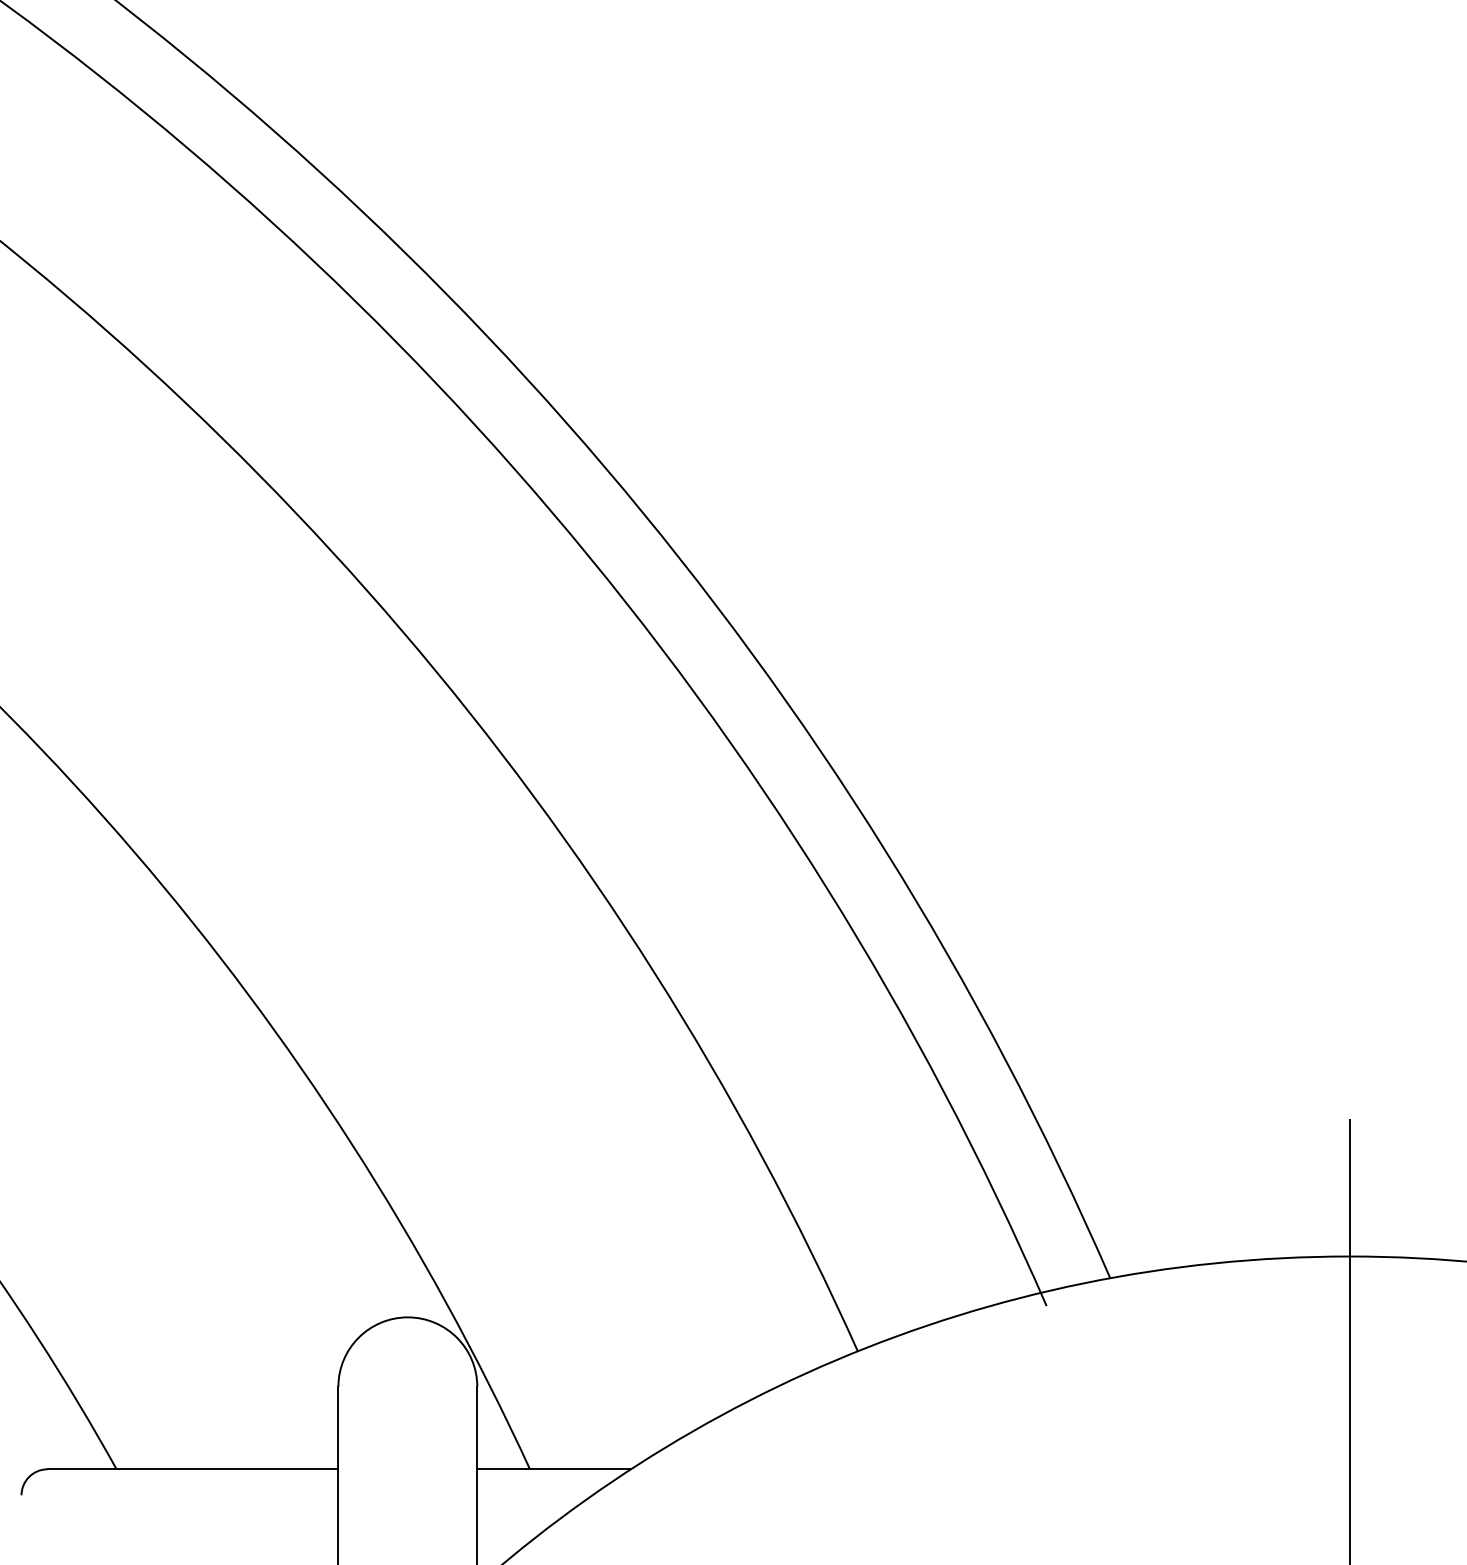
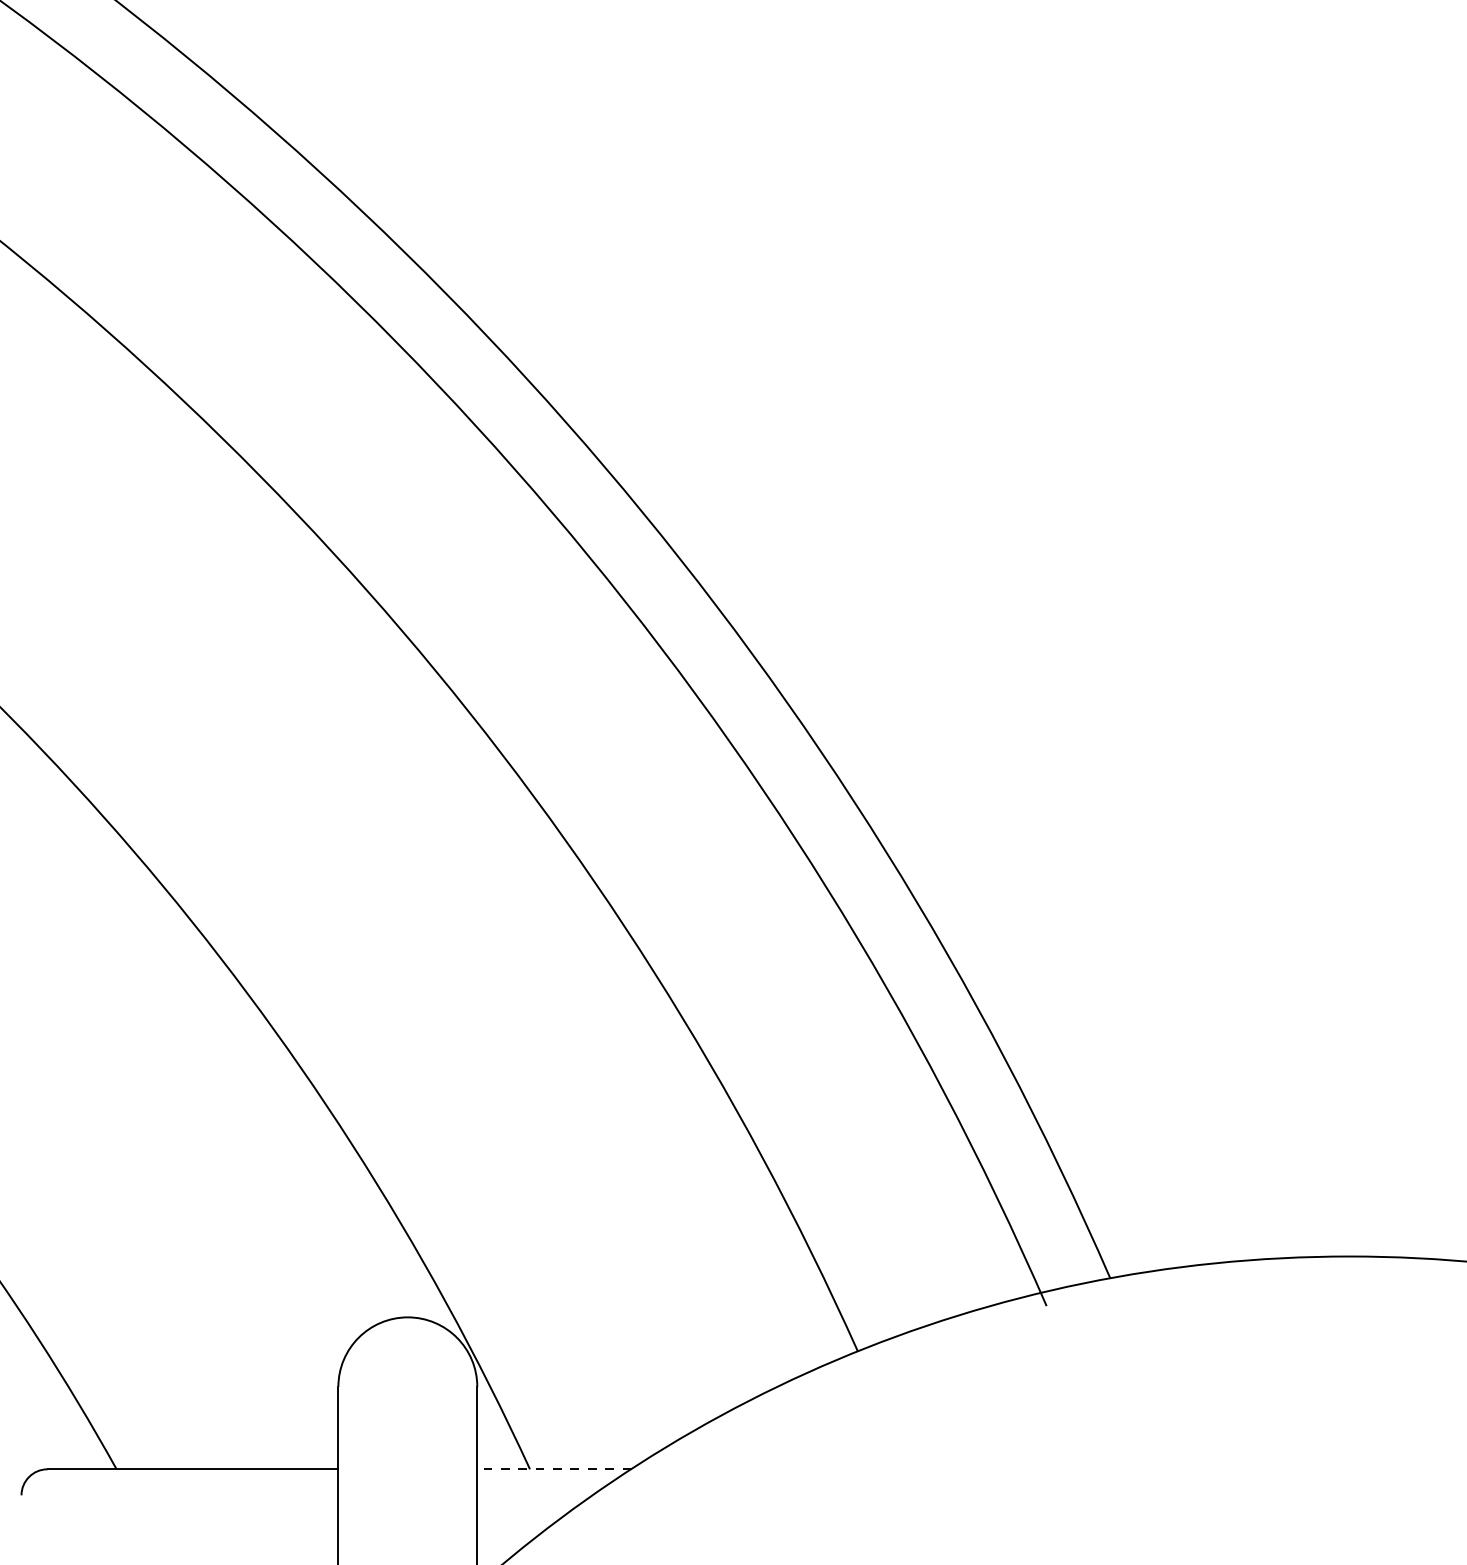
line at (1349, 1340): present -> none
line at (554, 1469): solid -> dashed
